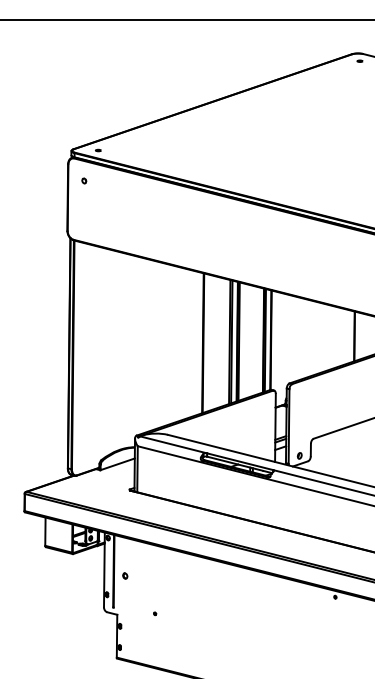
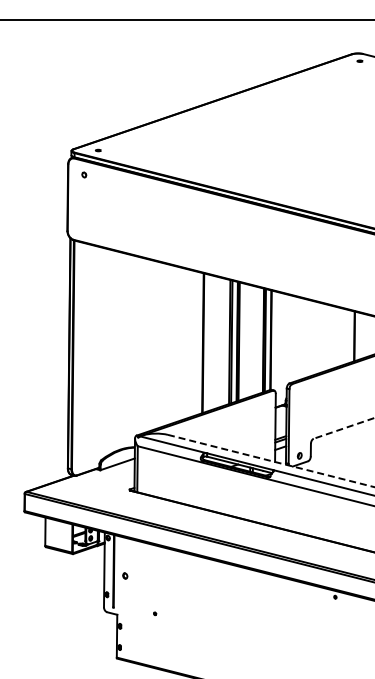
part at (84, 180) position: (84, 180) -> (84, 174)
line at (344, 428): solid -> dashed
line at (271, 461): solid -> dashed
